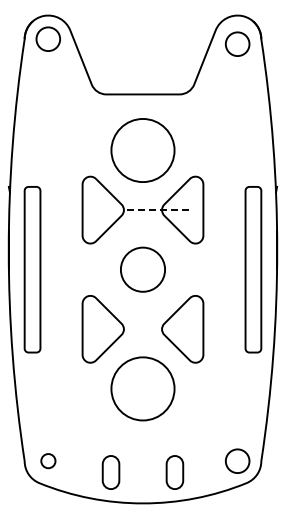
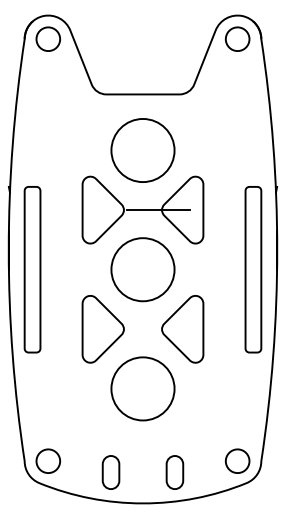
circle at (237, 43) position: (237, 43) -> (237, 38)
line at (158, 210): dashed -> solid
circle at (142, 269) diameter: 44 px -> 63 px
circle at (48, 461) size: 17x17 px -> 27x26 px
